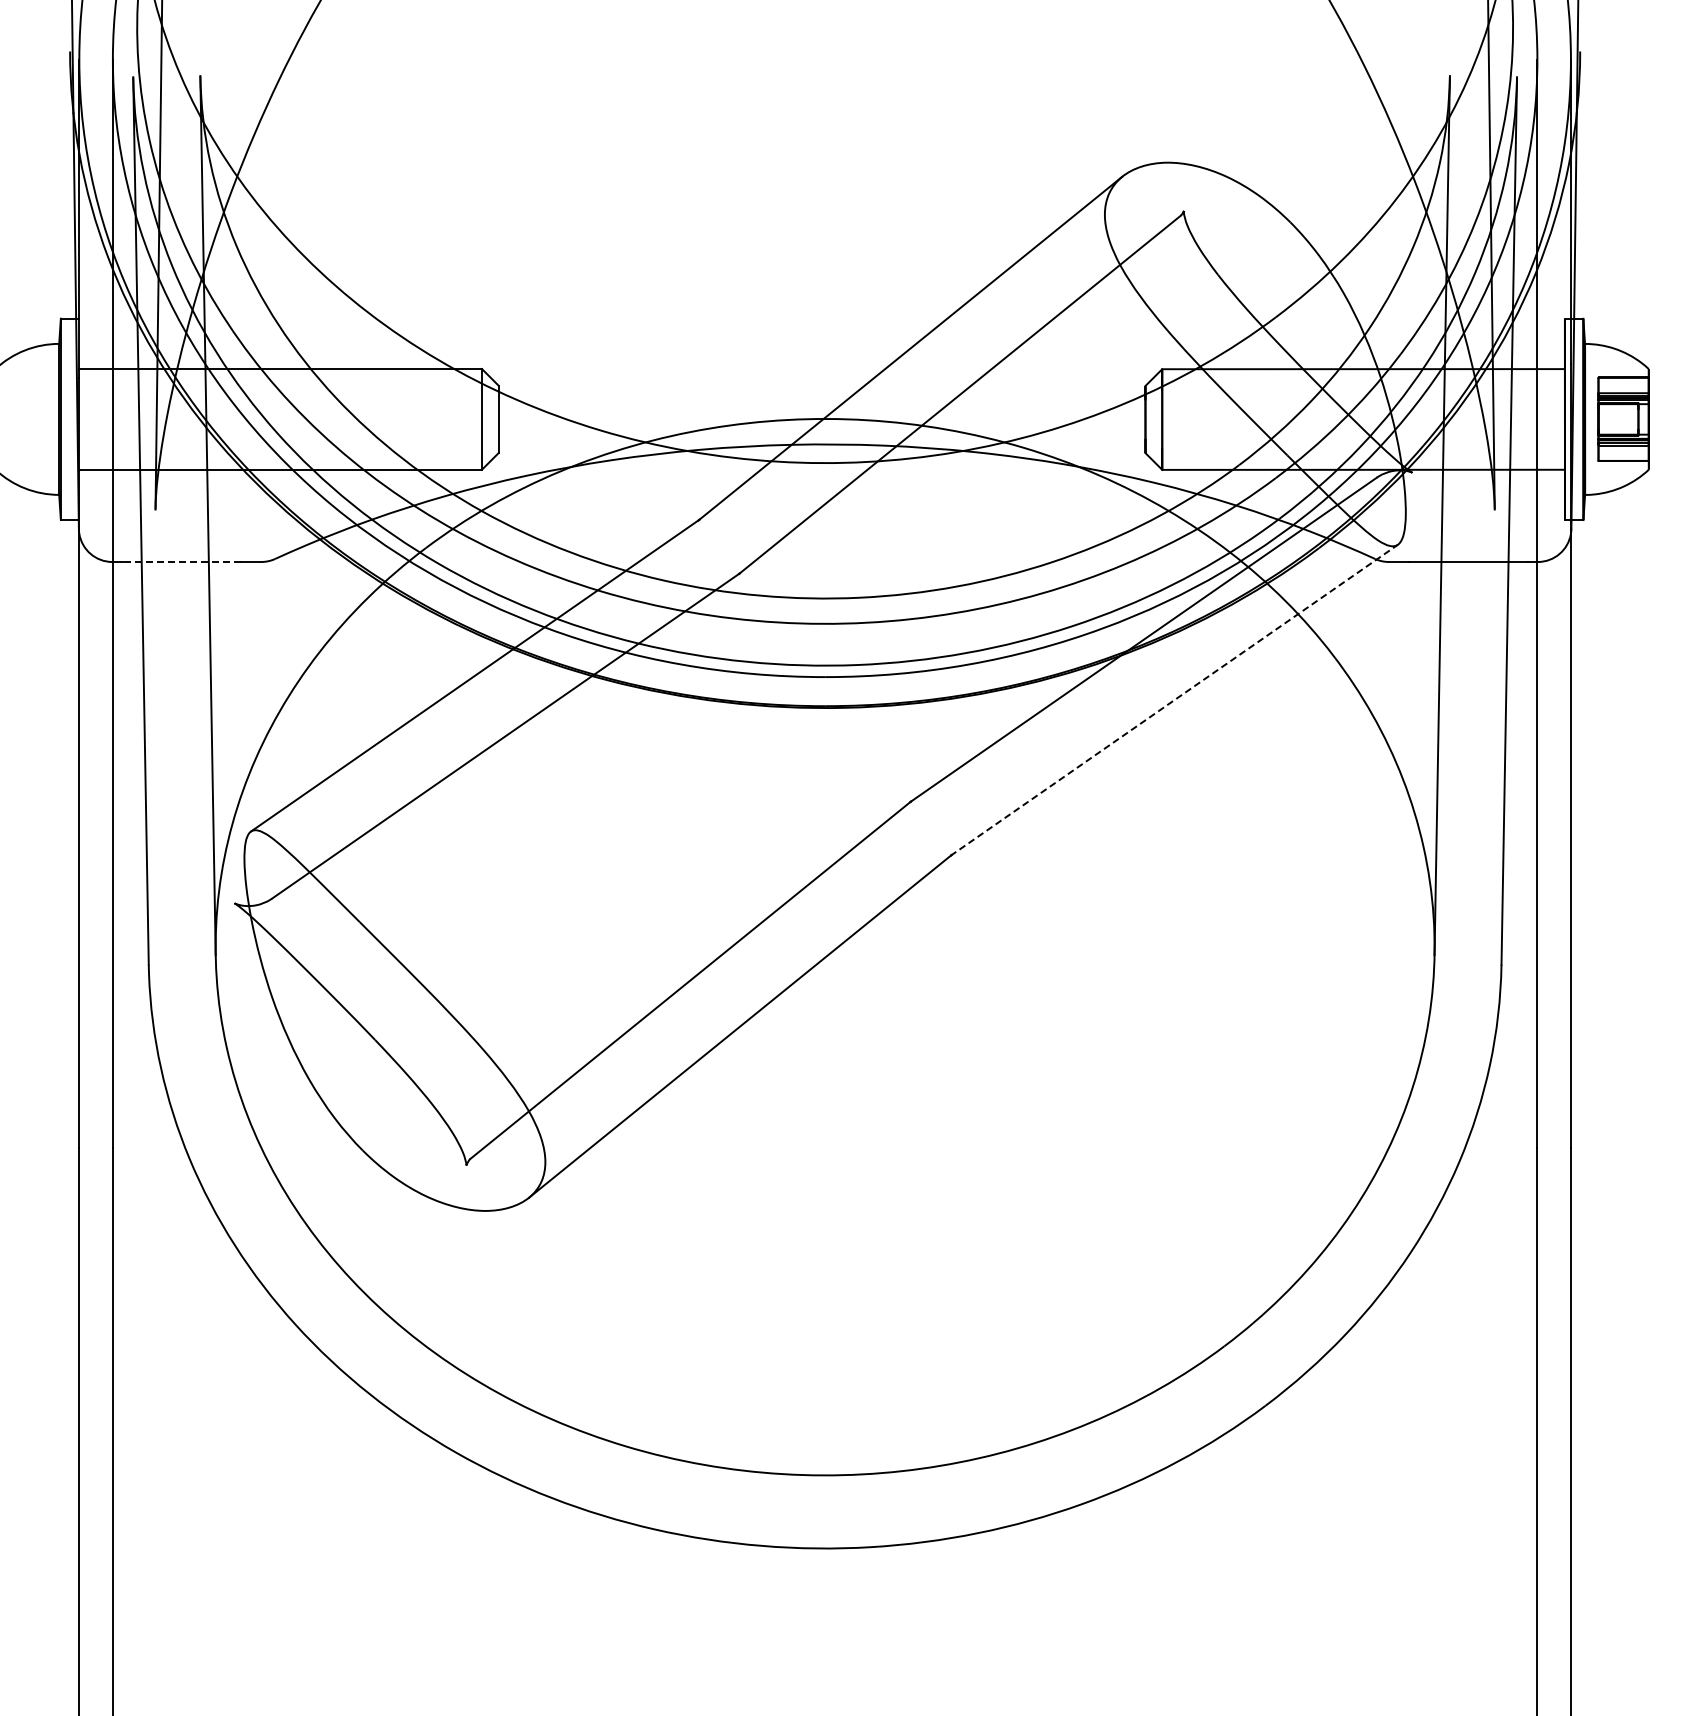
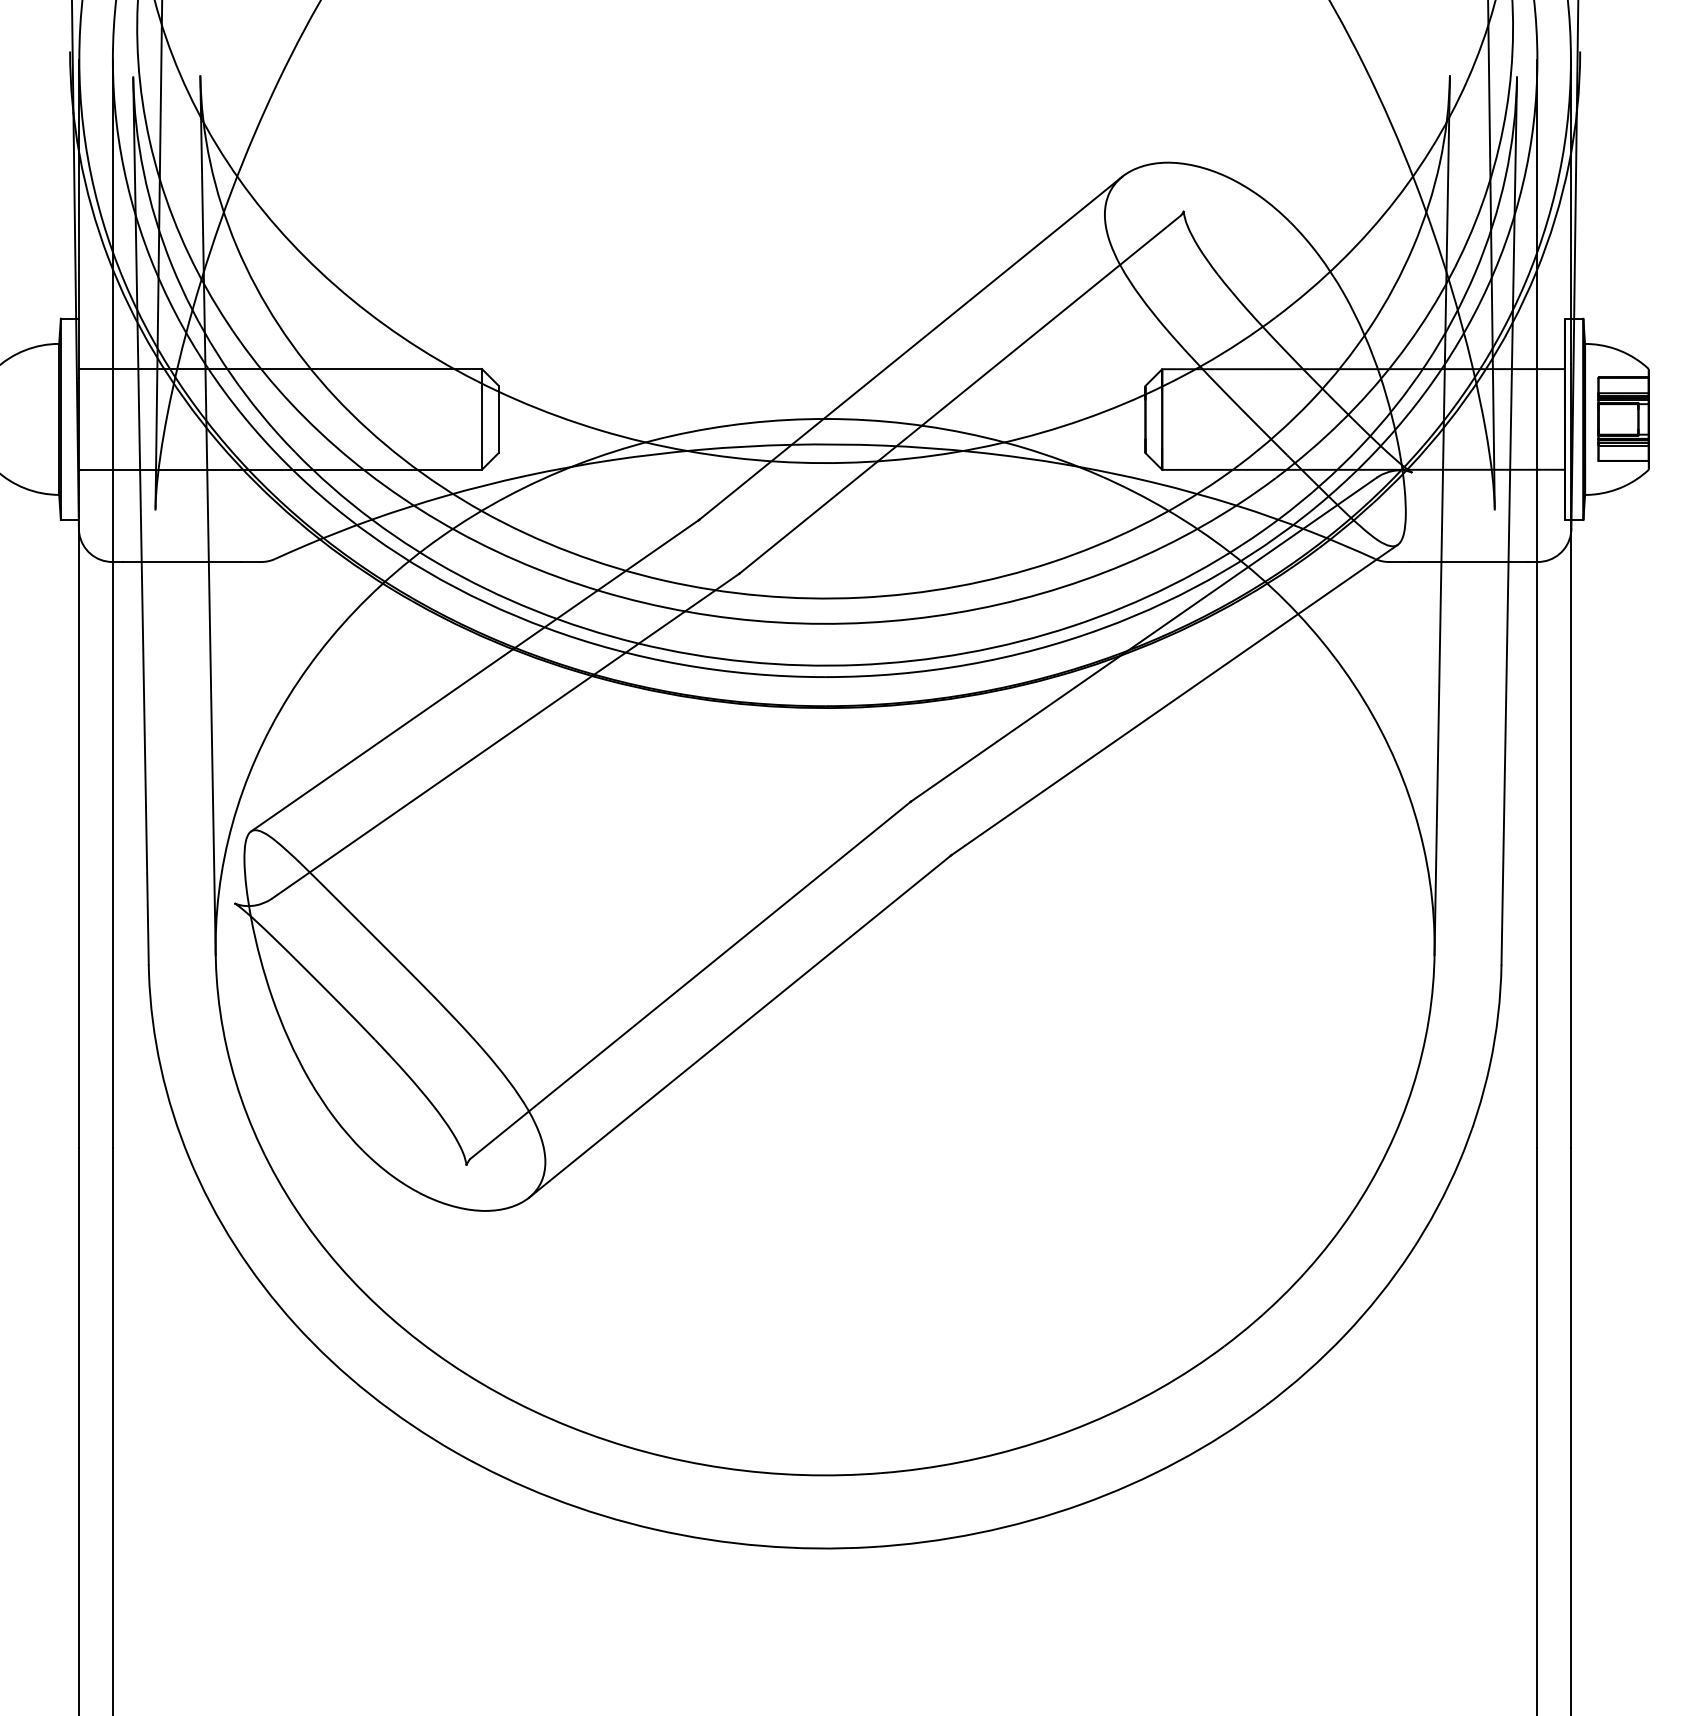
line at (181, 562): dashed -> solid
line at (1174, 700): dashed -> solid
